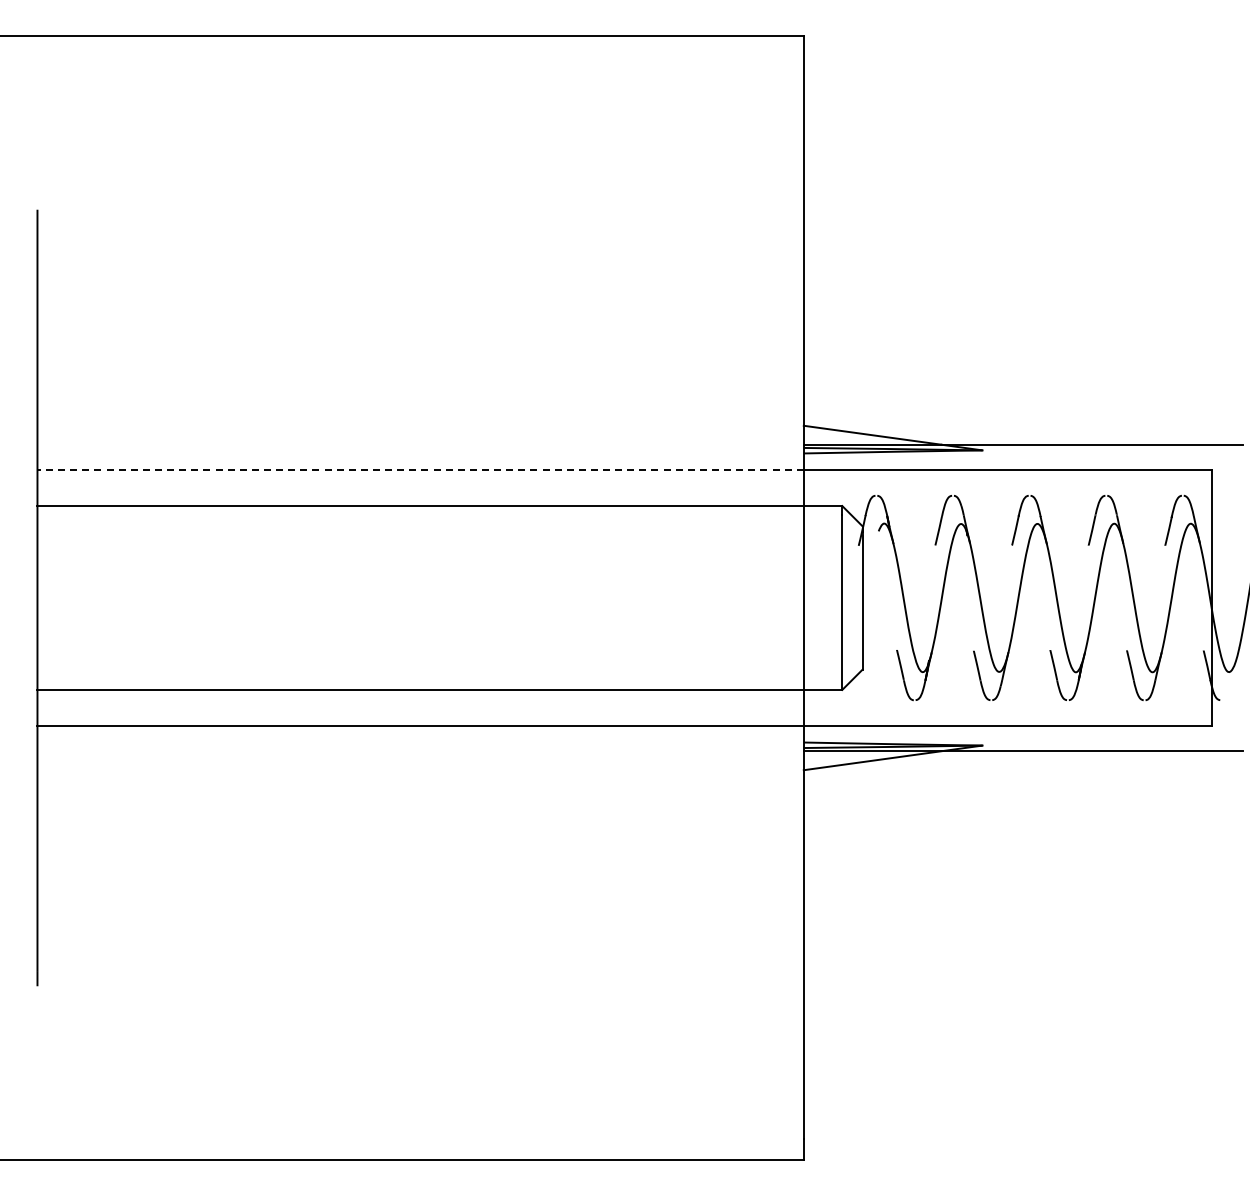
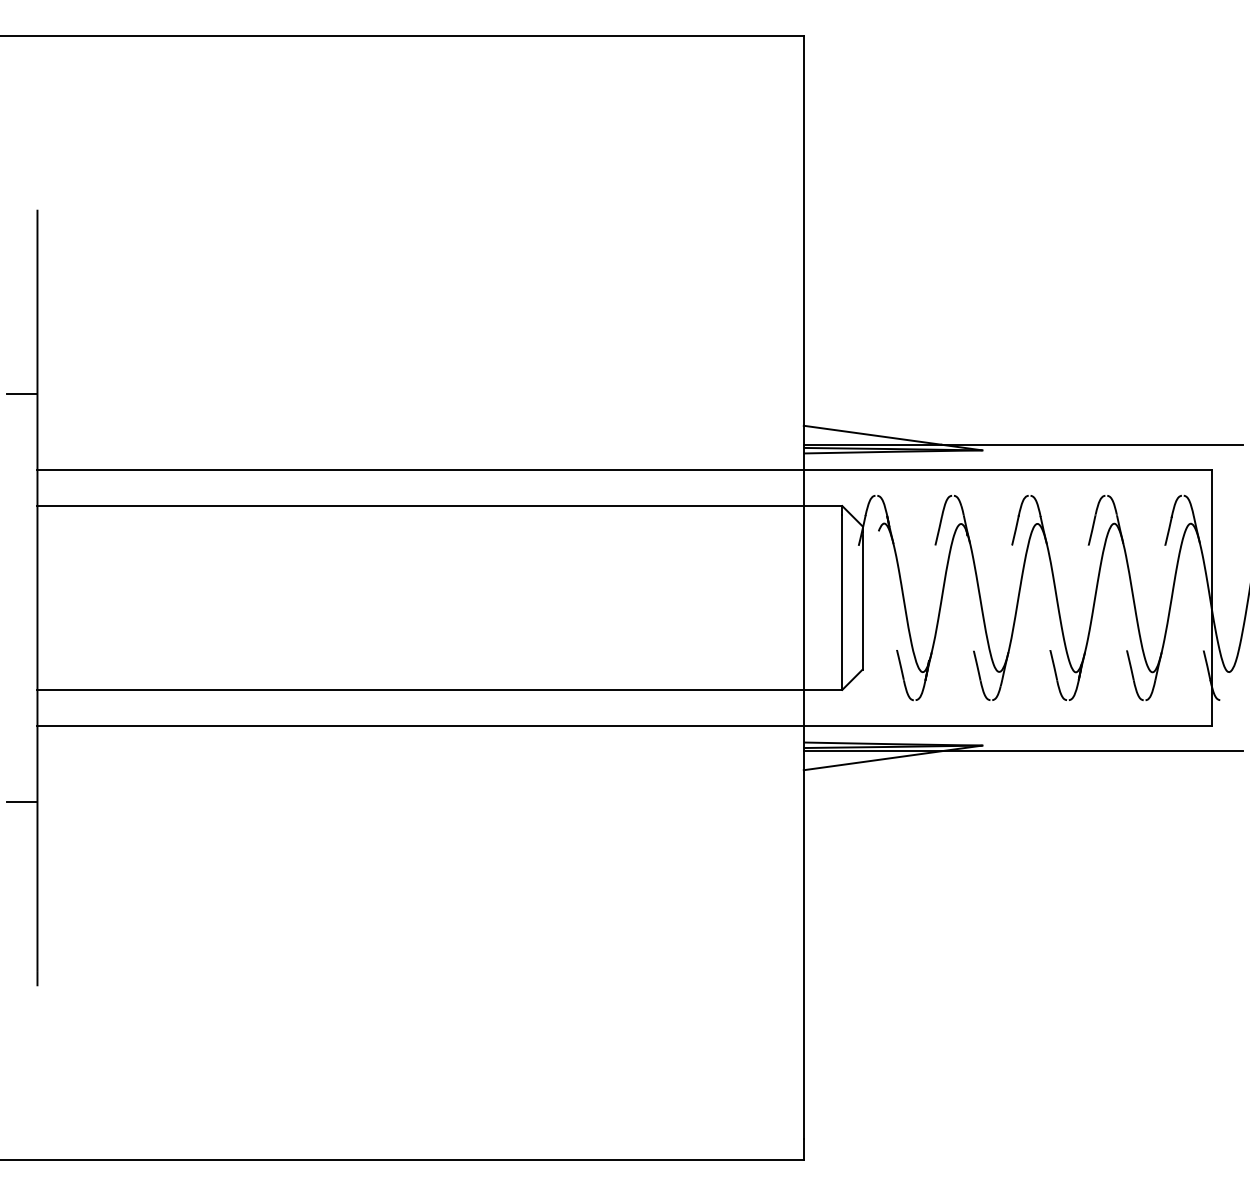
line at (21, 393): none -> present
line at (420, 470): dashed -> solid
line at (21, 802): none -> present
